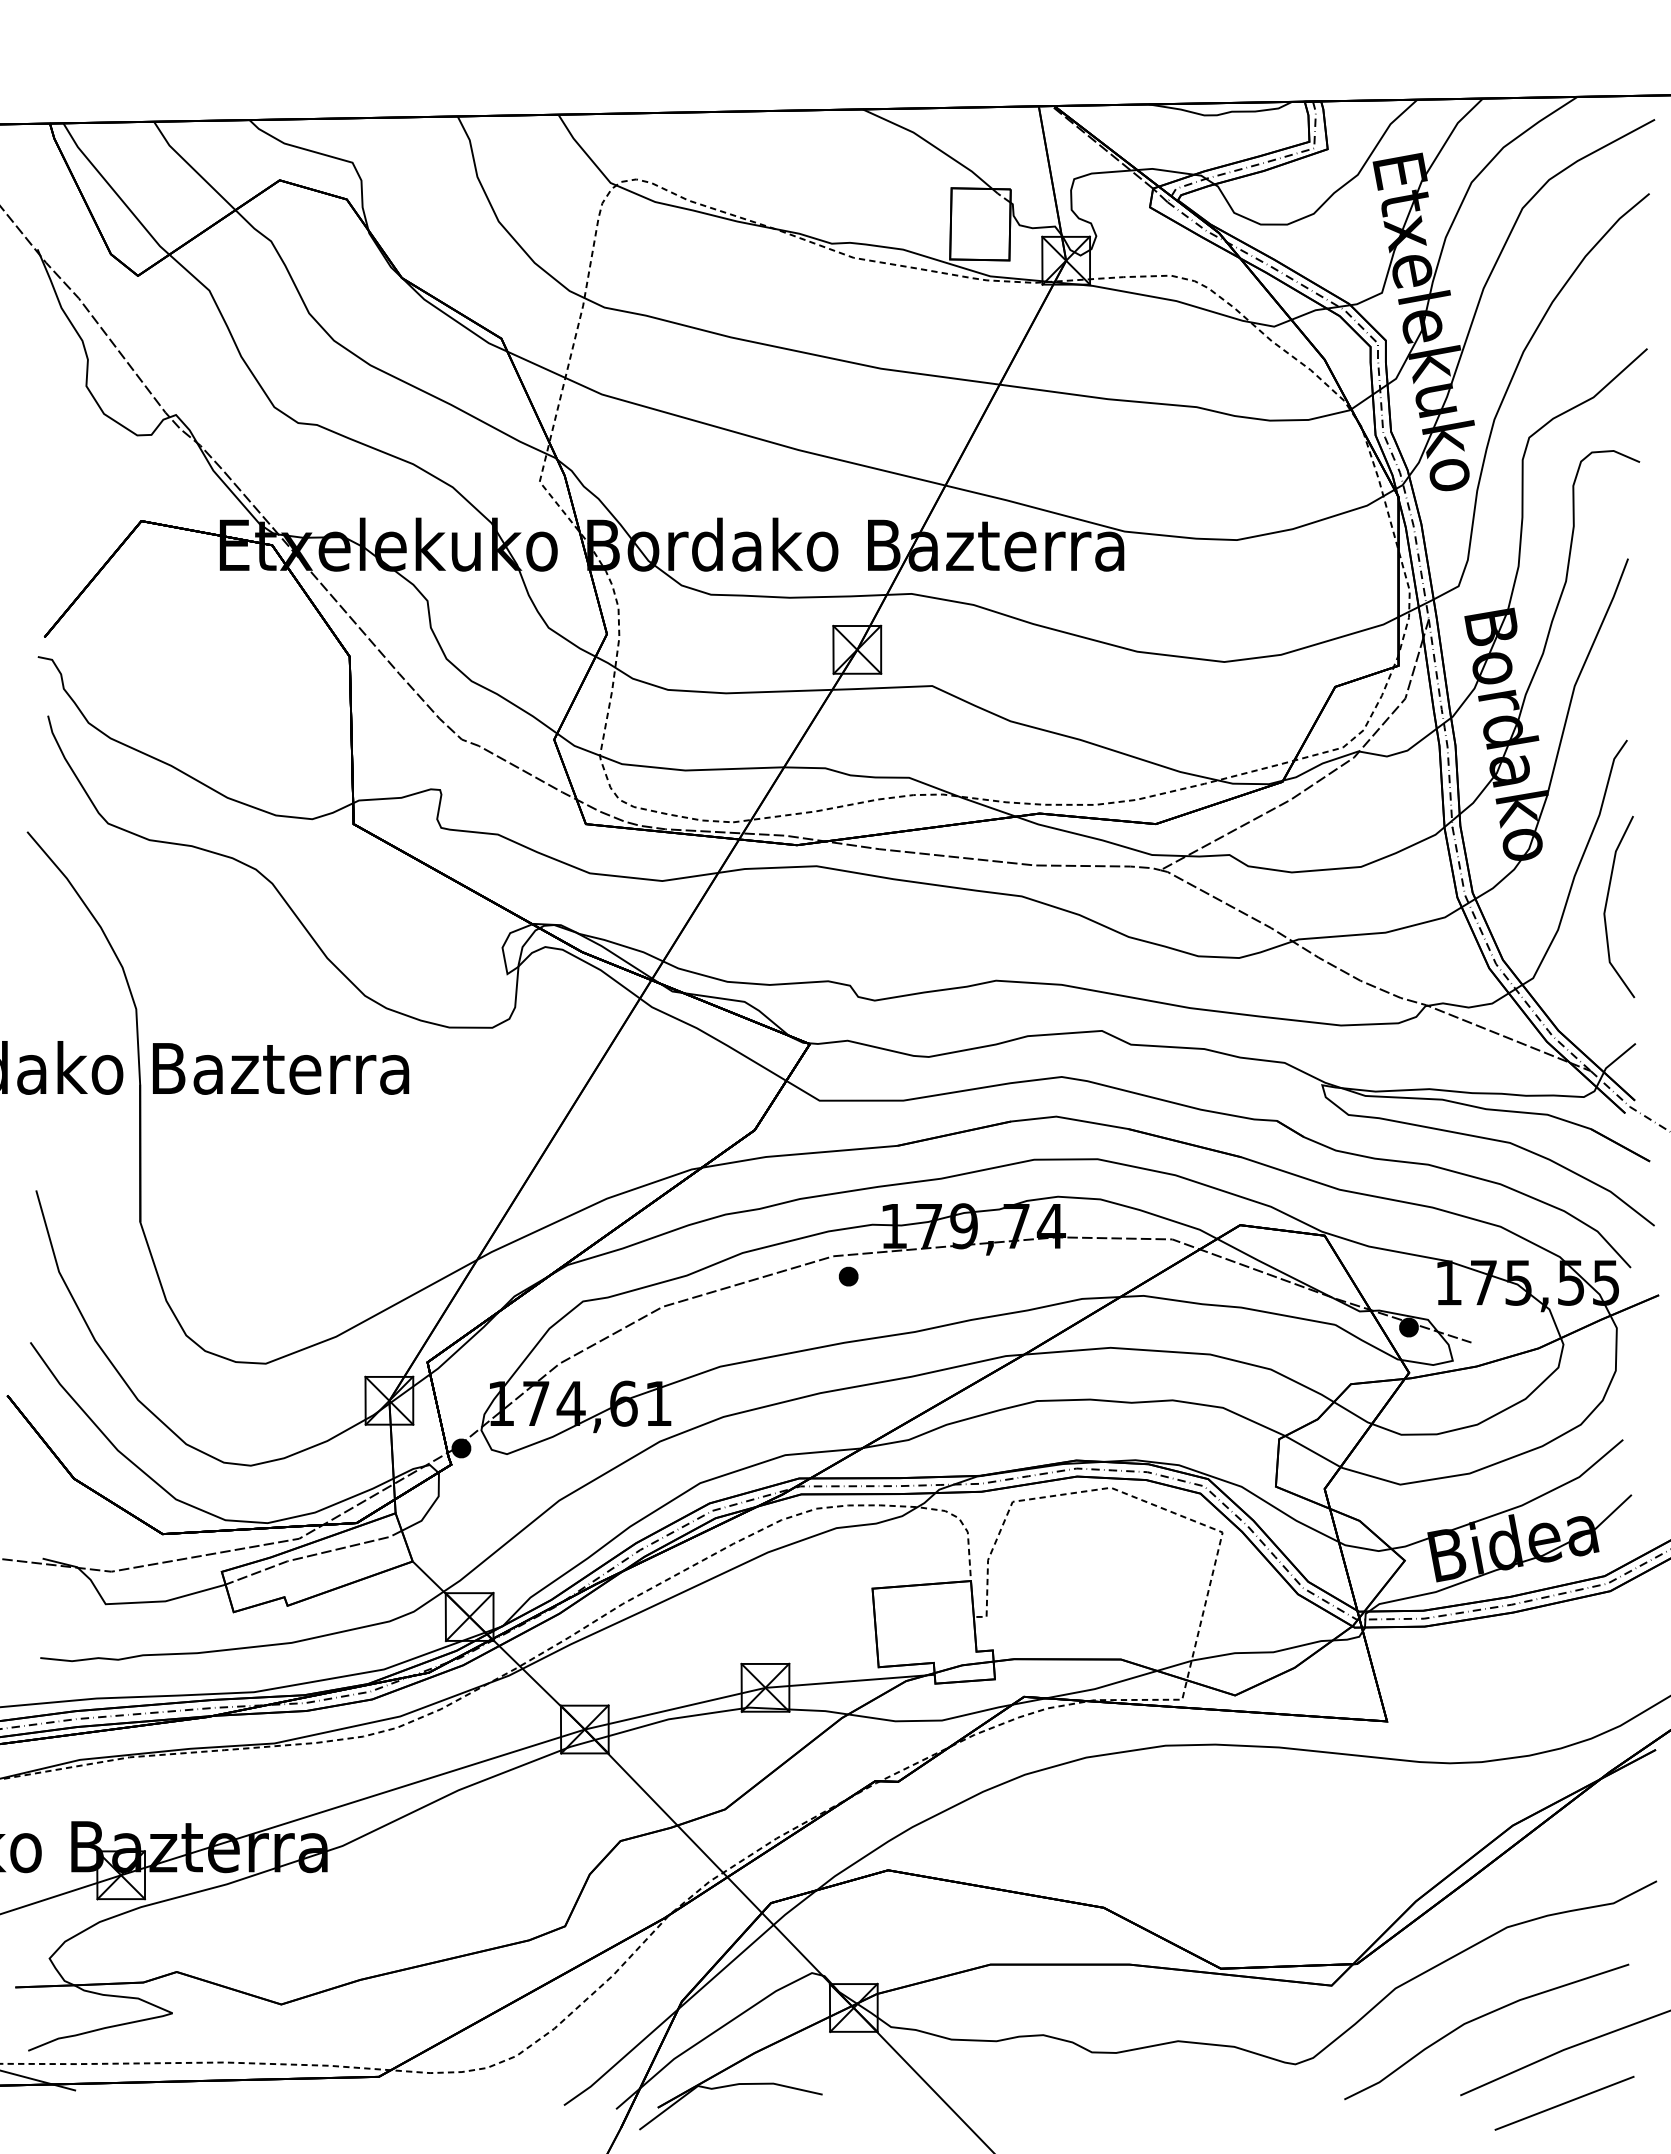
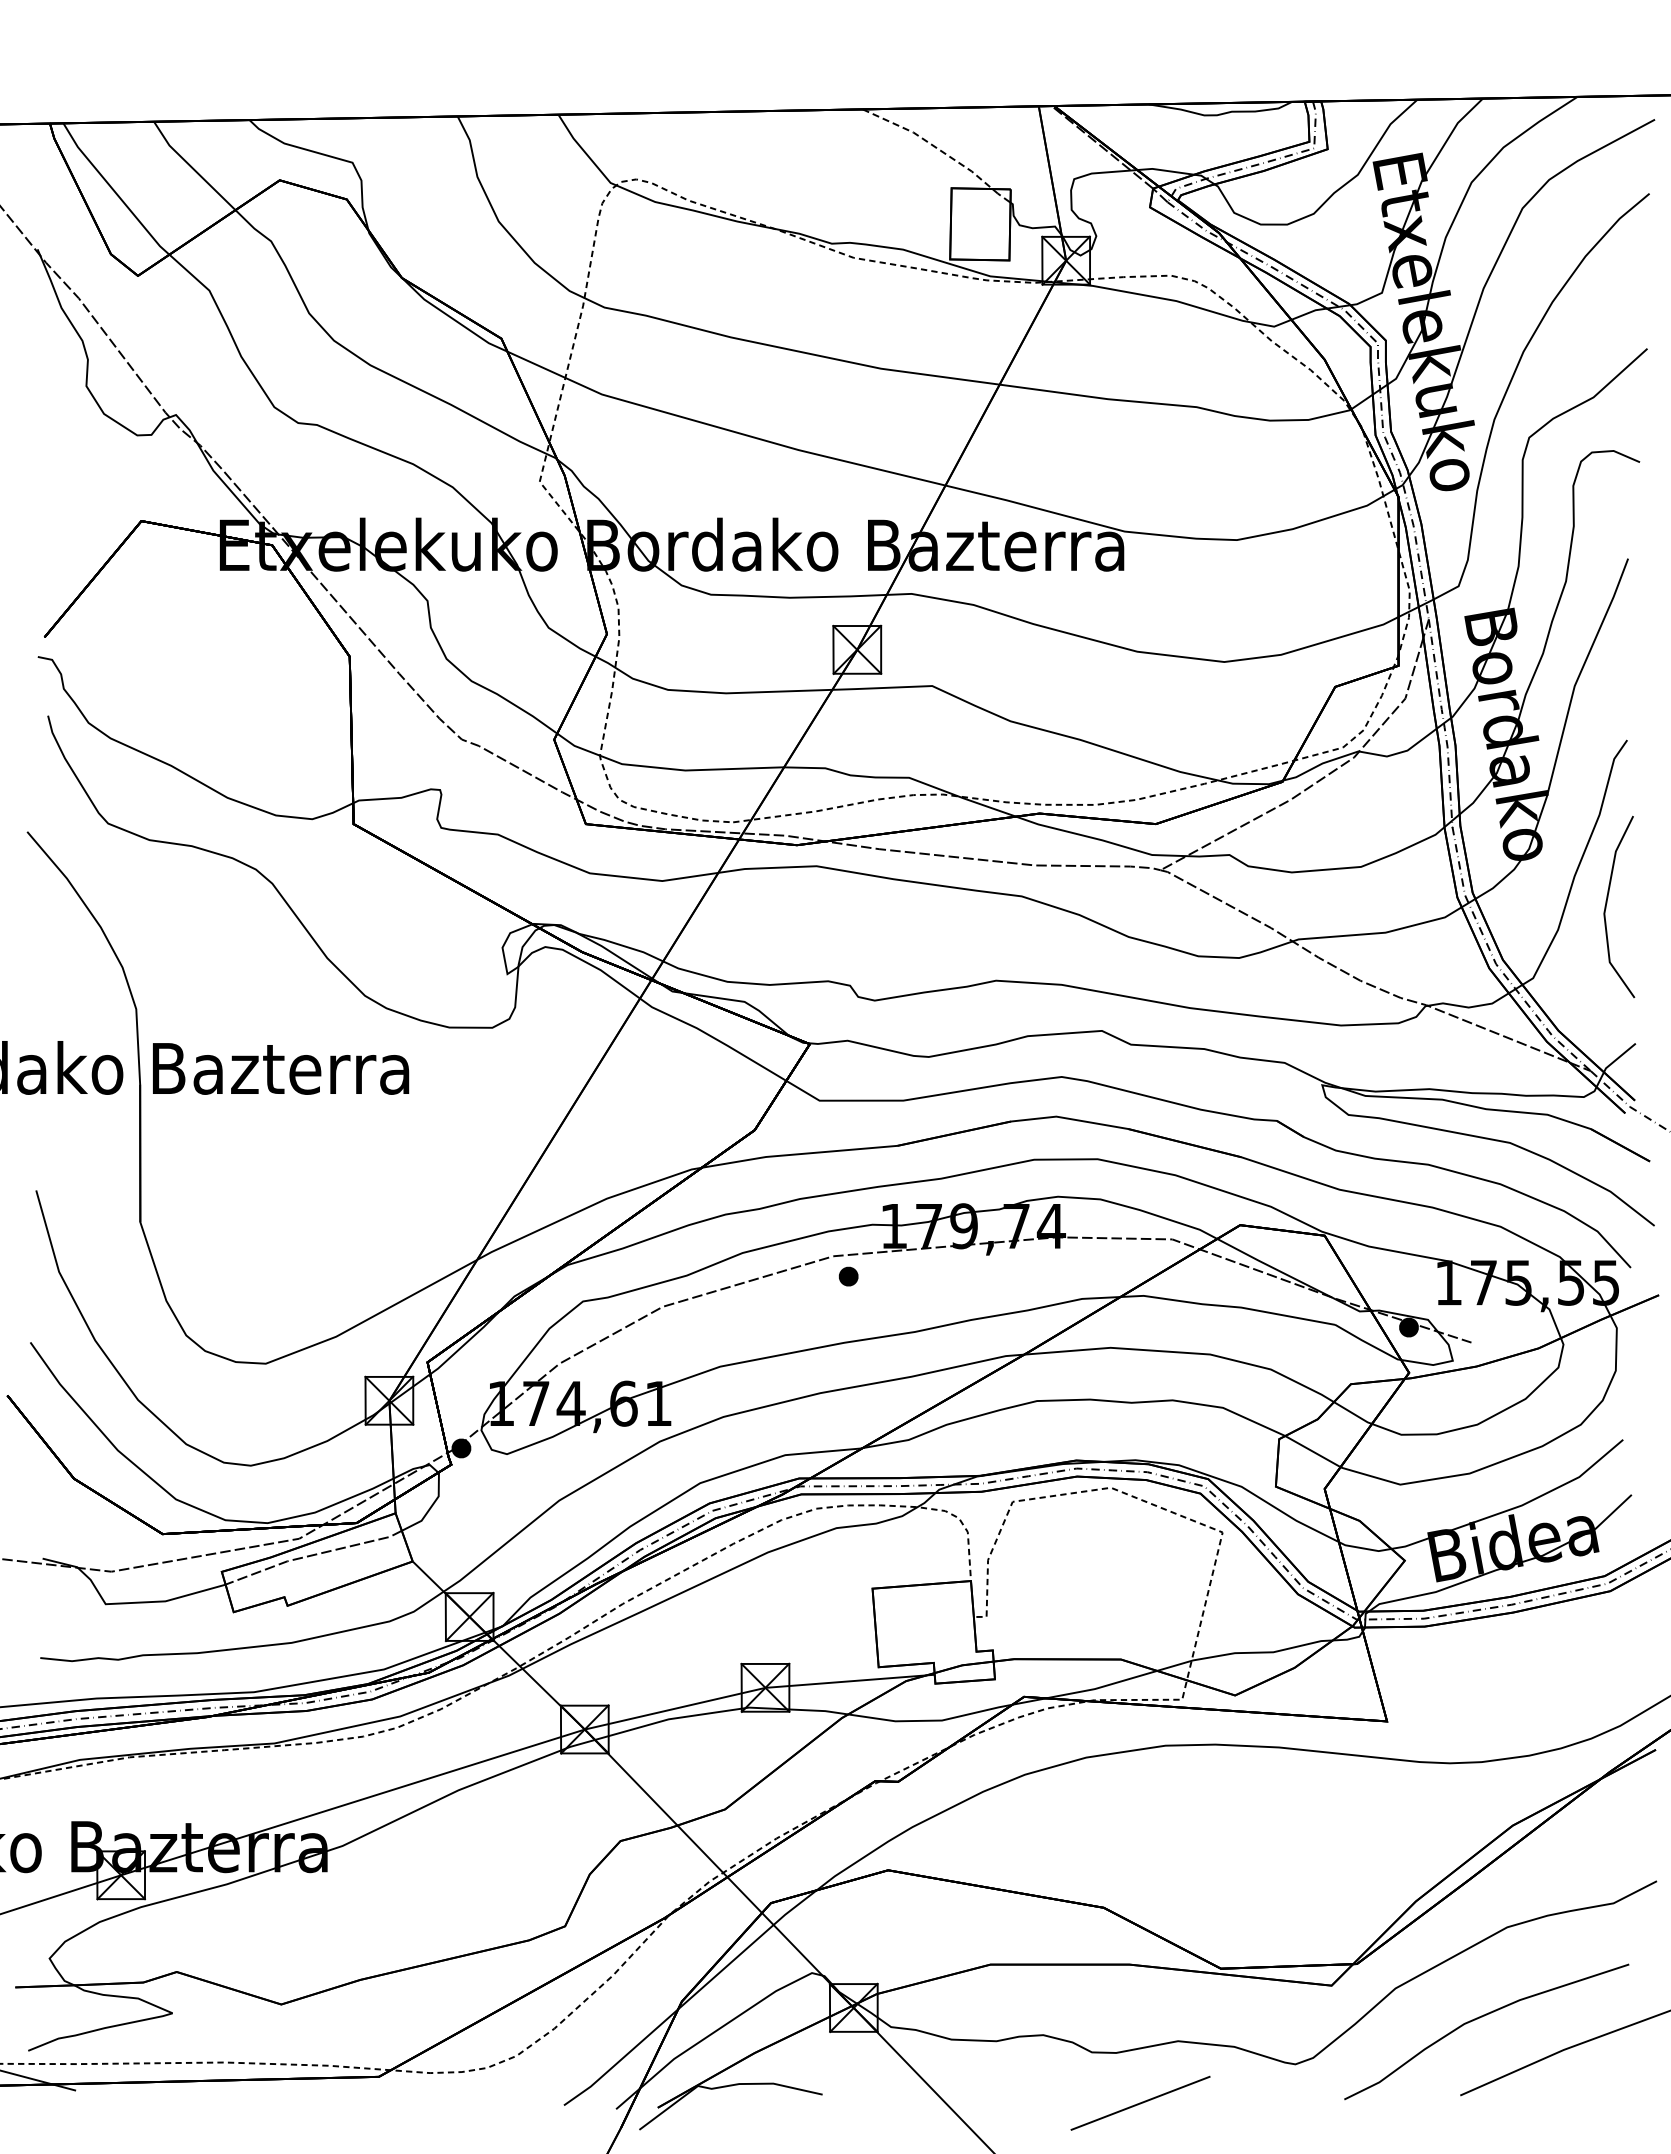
line at (931, 144): solid -> dashed
line at (1564, 2102) position: (1564, 2102) -> (1140, 2102)
